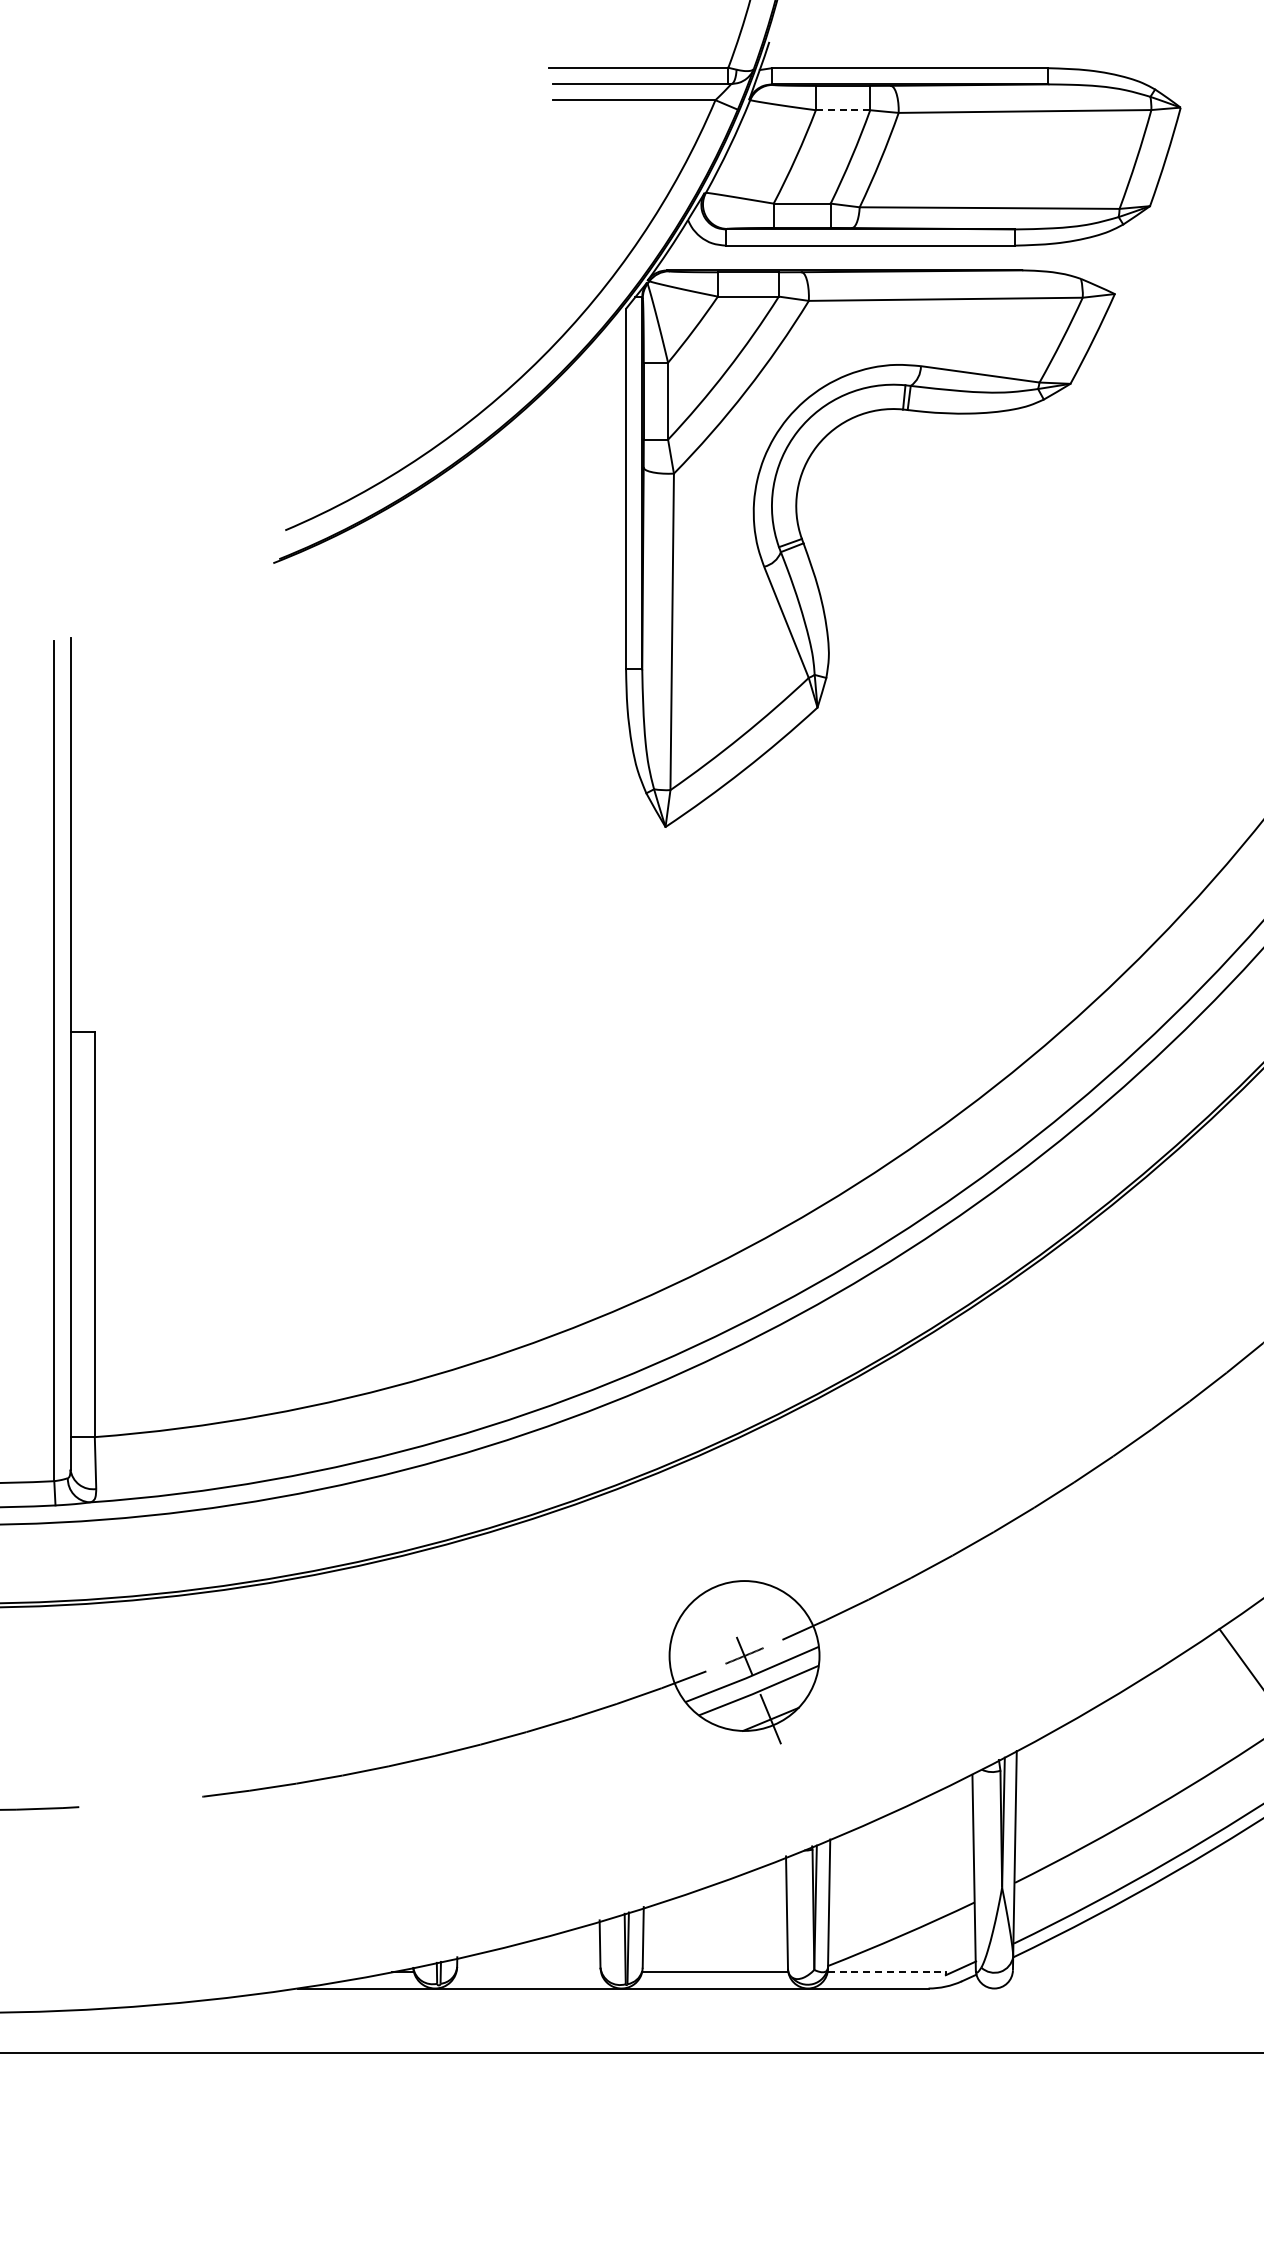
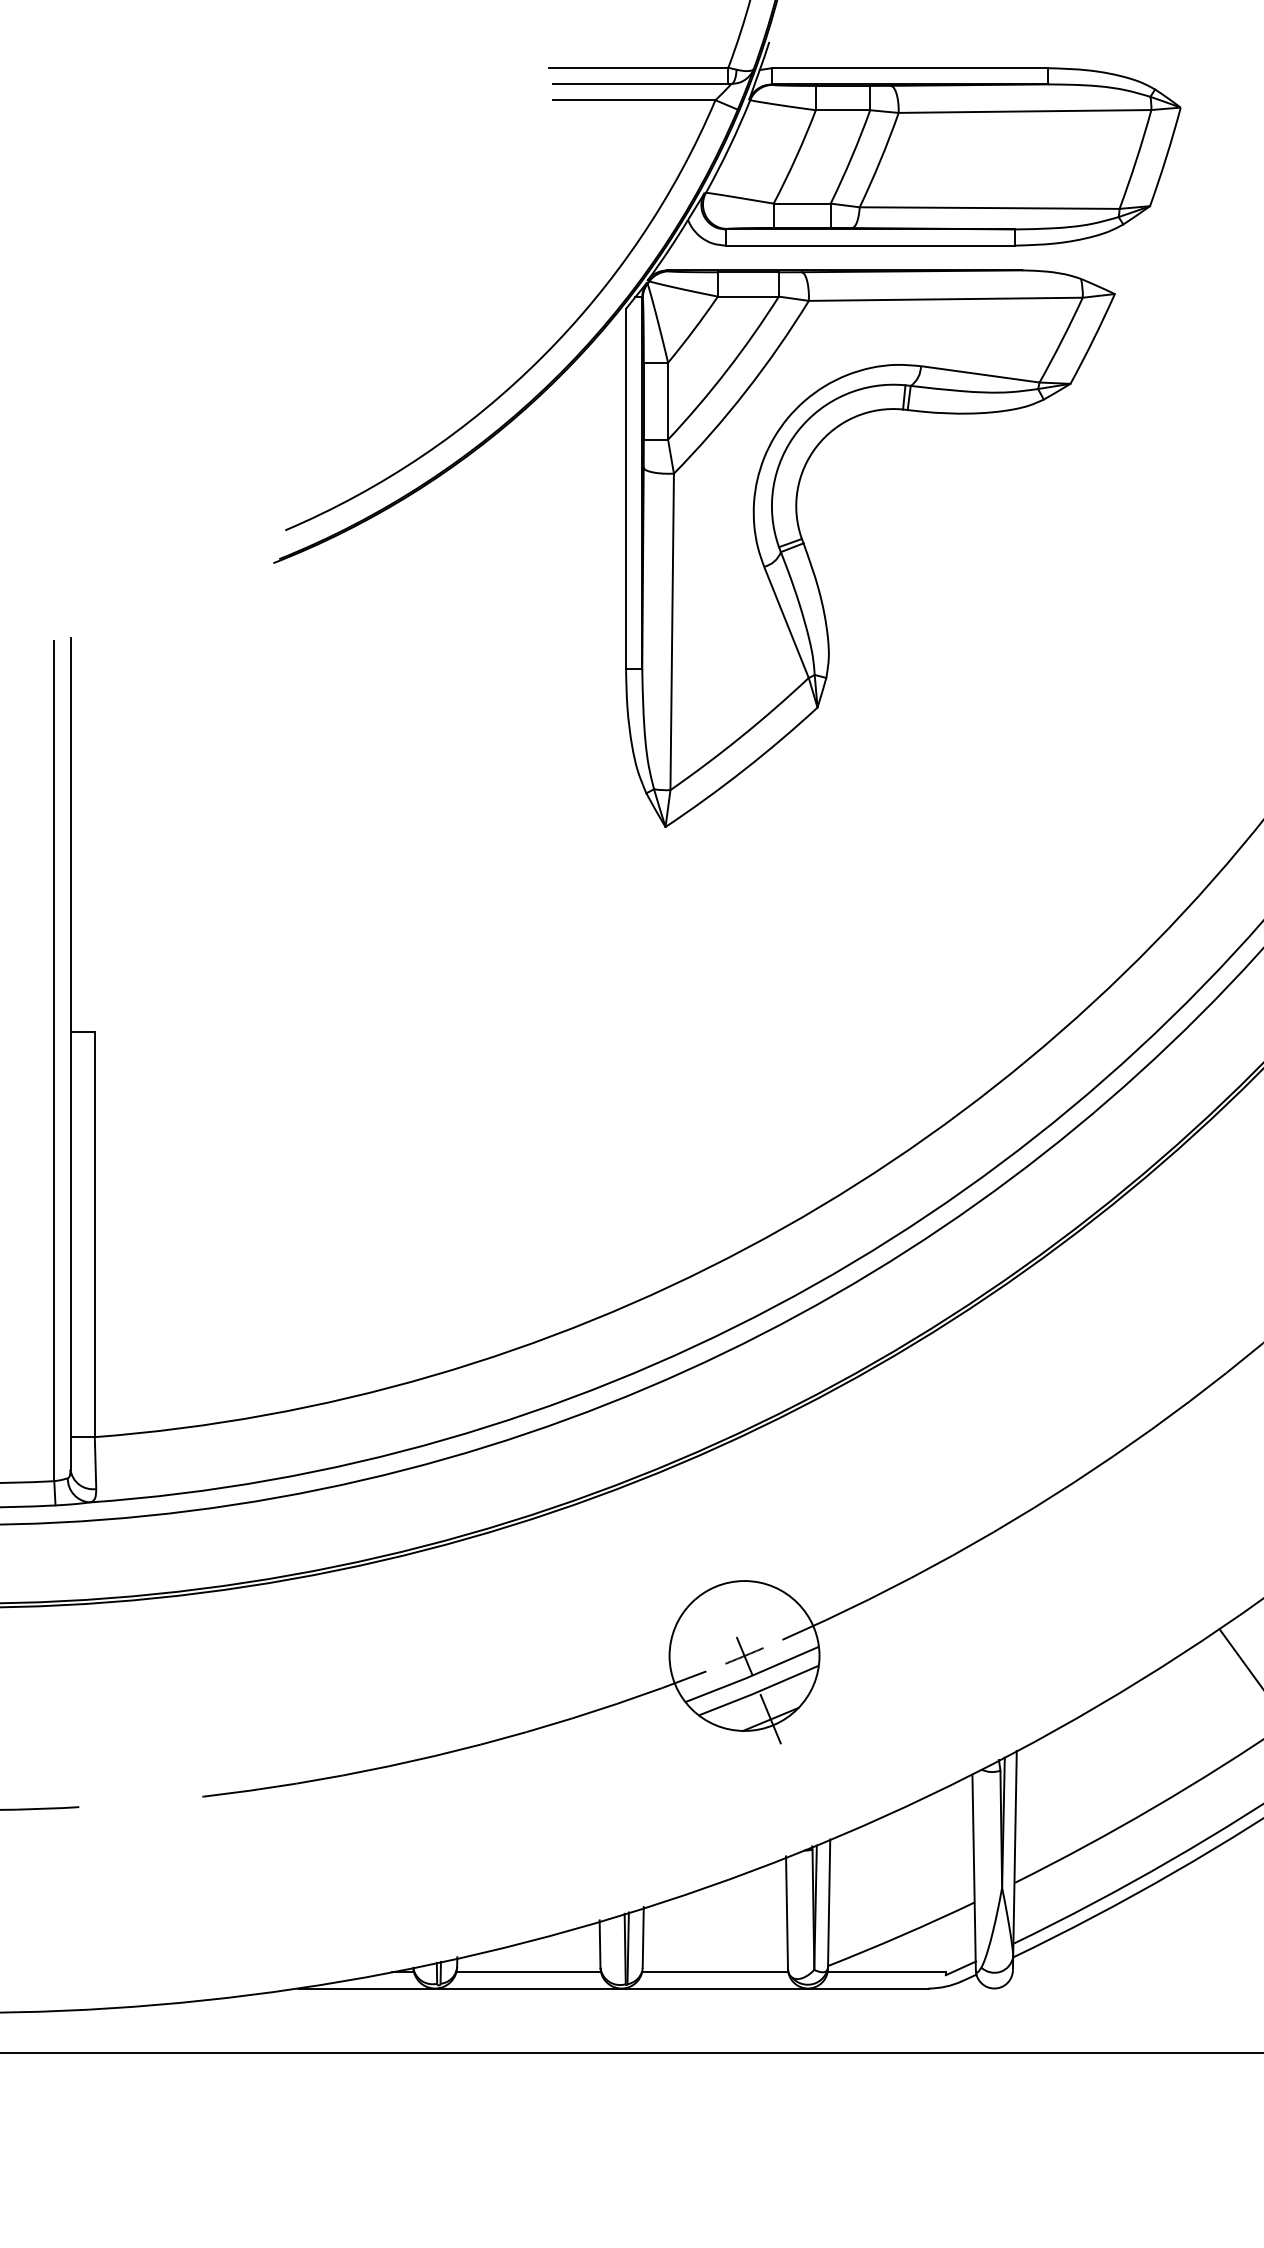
line at (842, 110): dashed -> solid
line at (528, 1972): none -> present
line at (887, 1972): dashed -> solid
